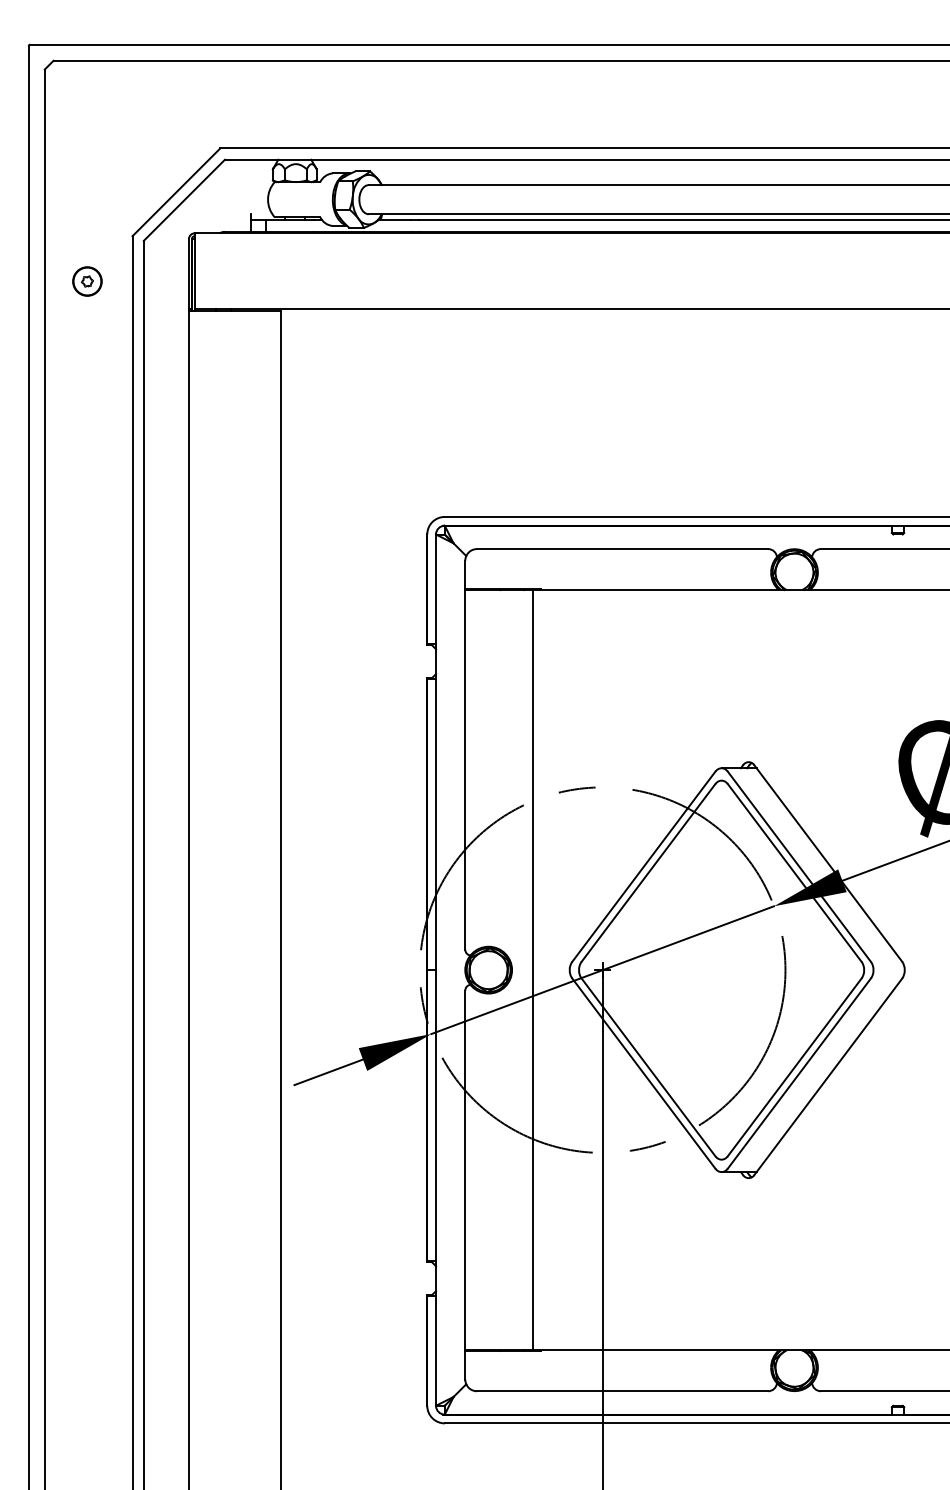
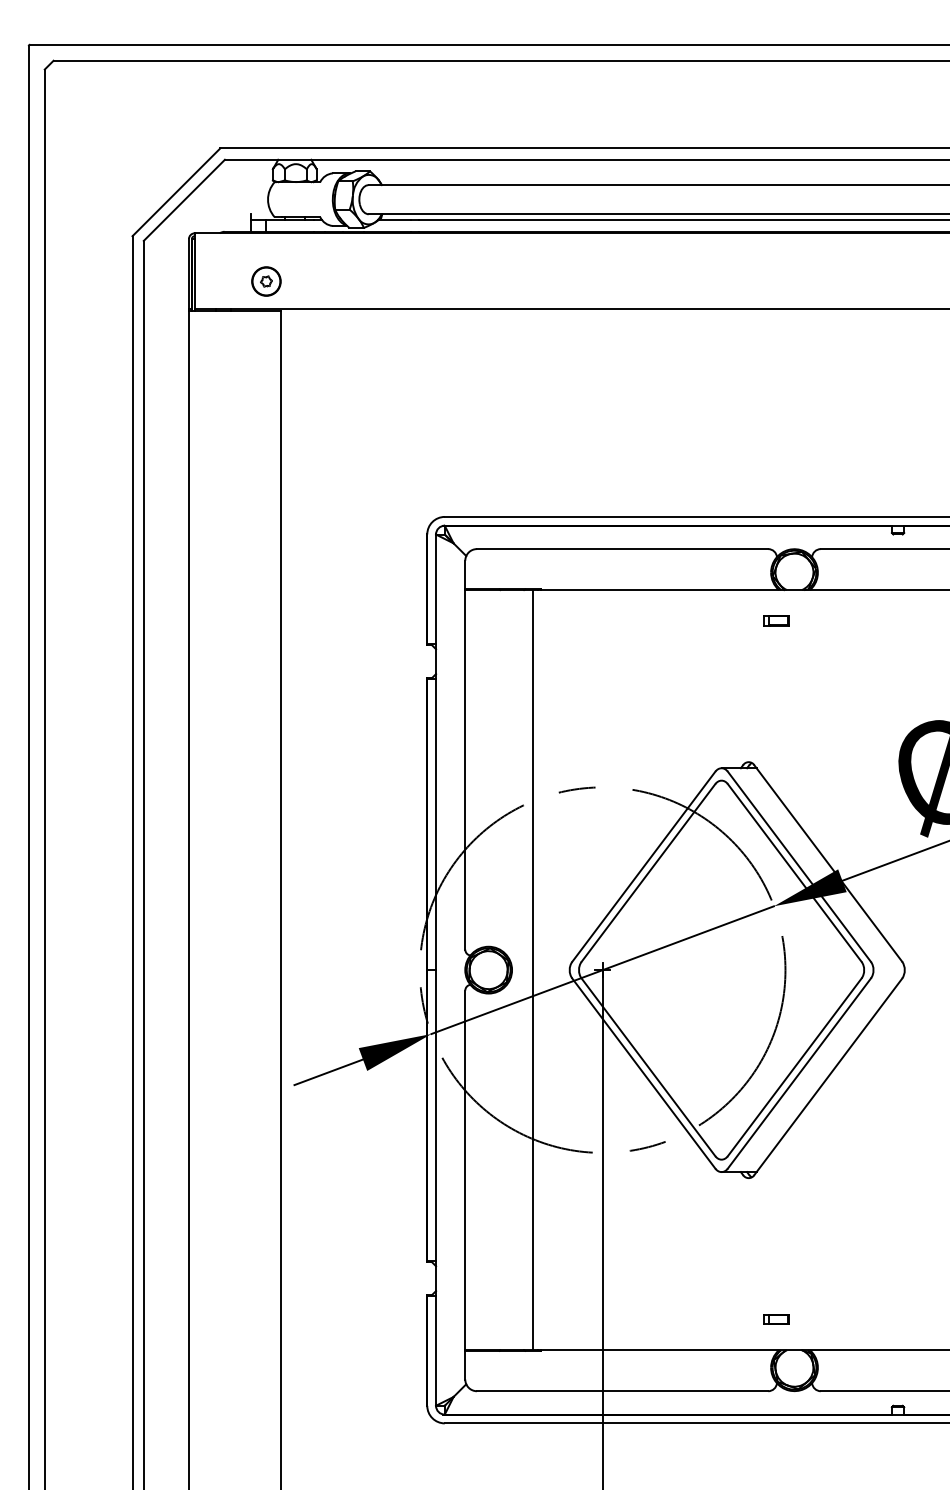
part at (87, 281) position: (87, 281) -> (266, 281)
part at (776, 620): none -> present
part at (776, 1319): none -> present
